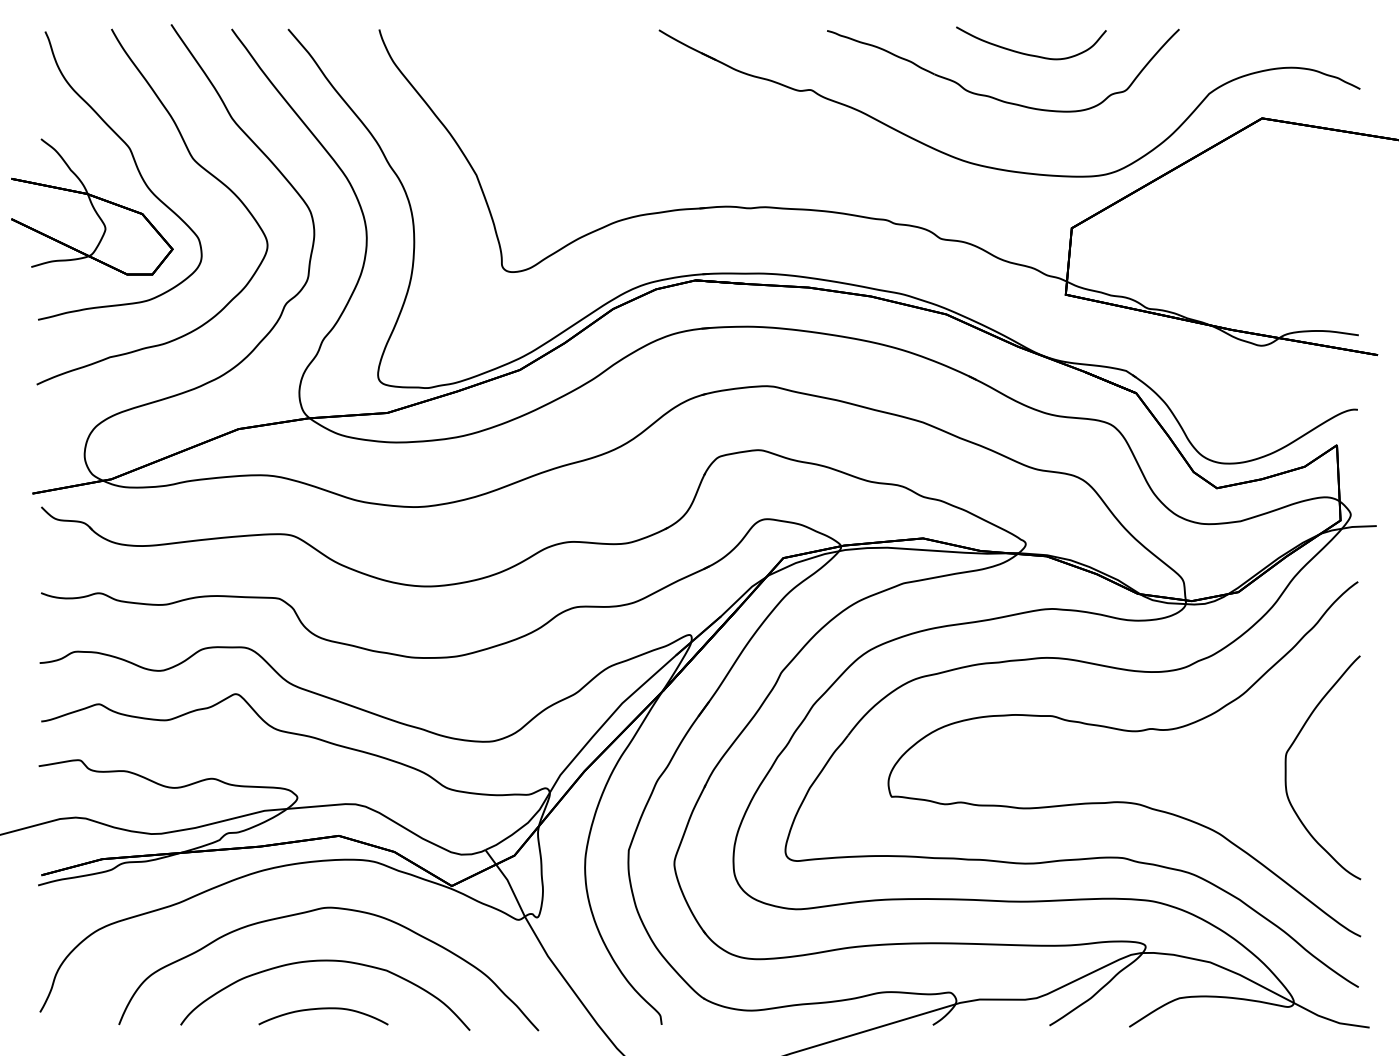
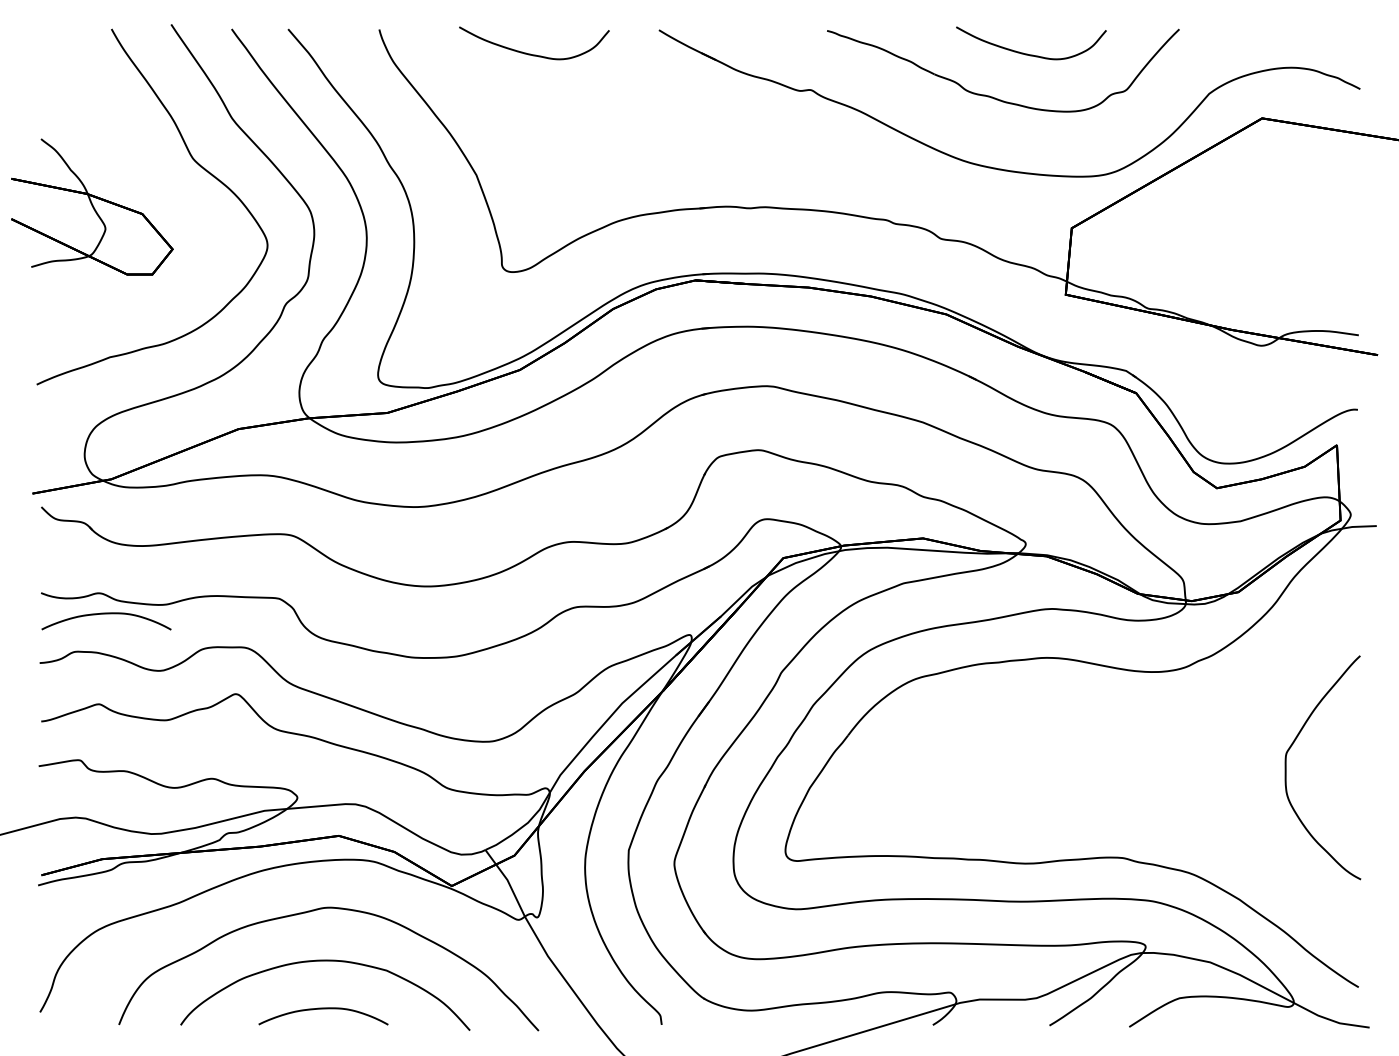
curve at (530, 53): none -> present
curve at (136, 168): present -> none
curve at (106, 614): none -> present
curve at (1131, 732): present -> none
